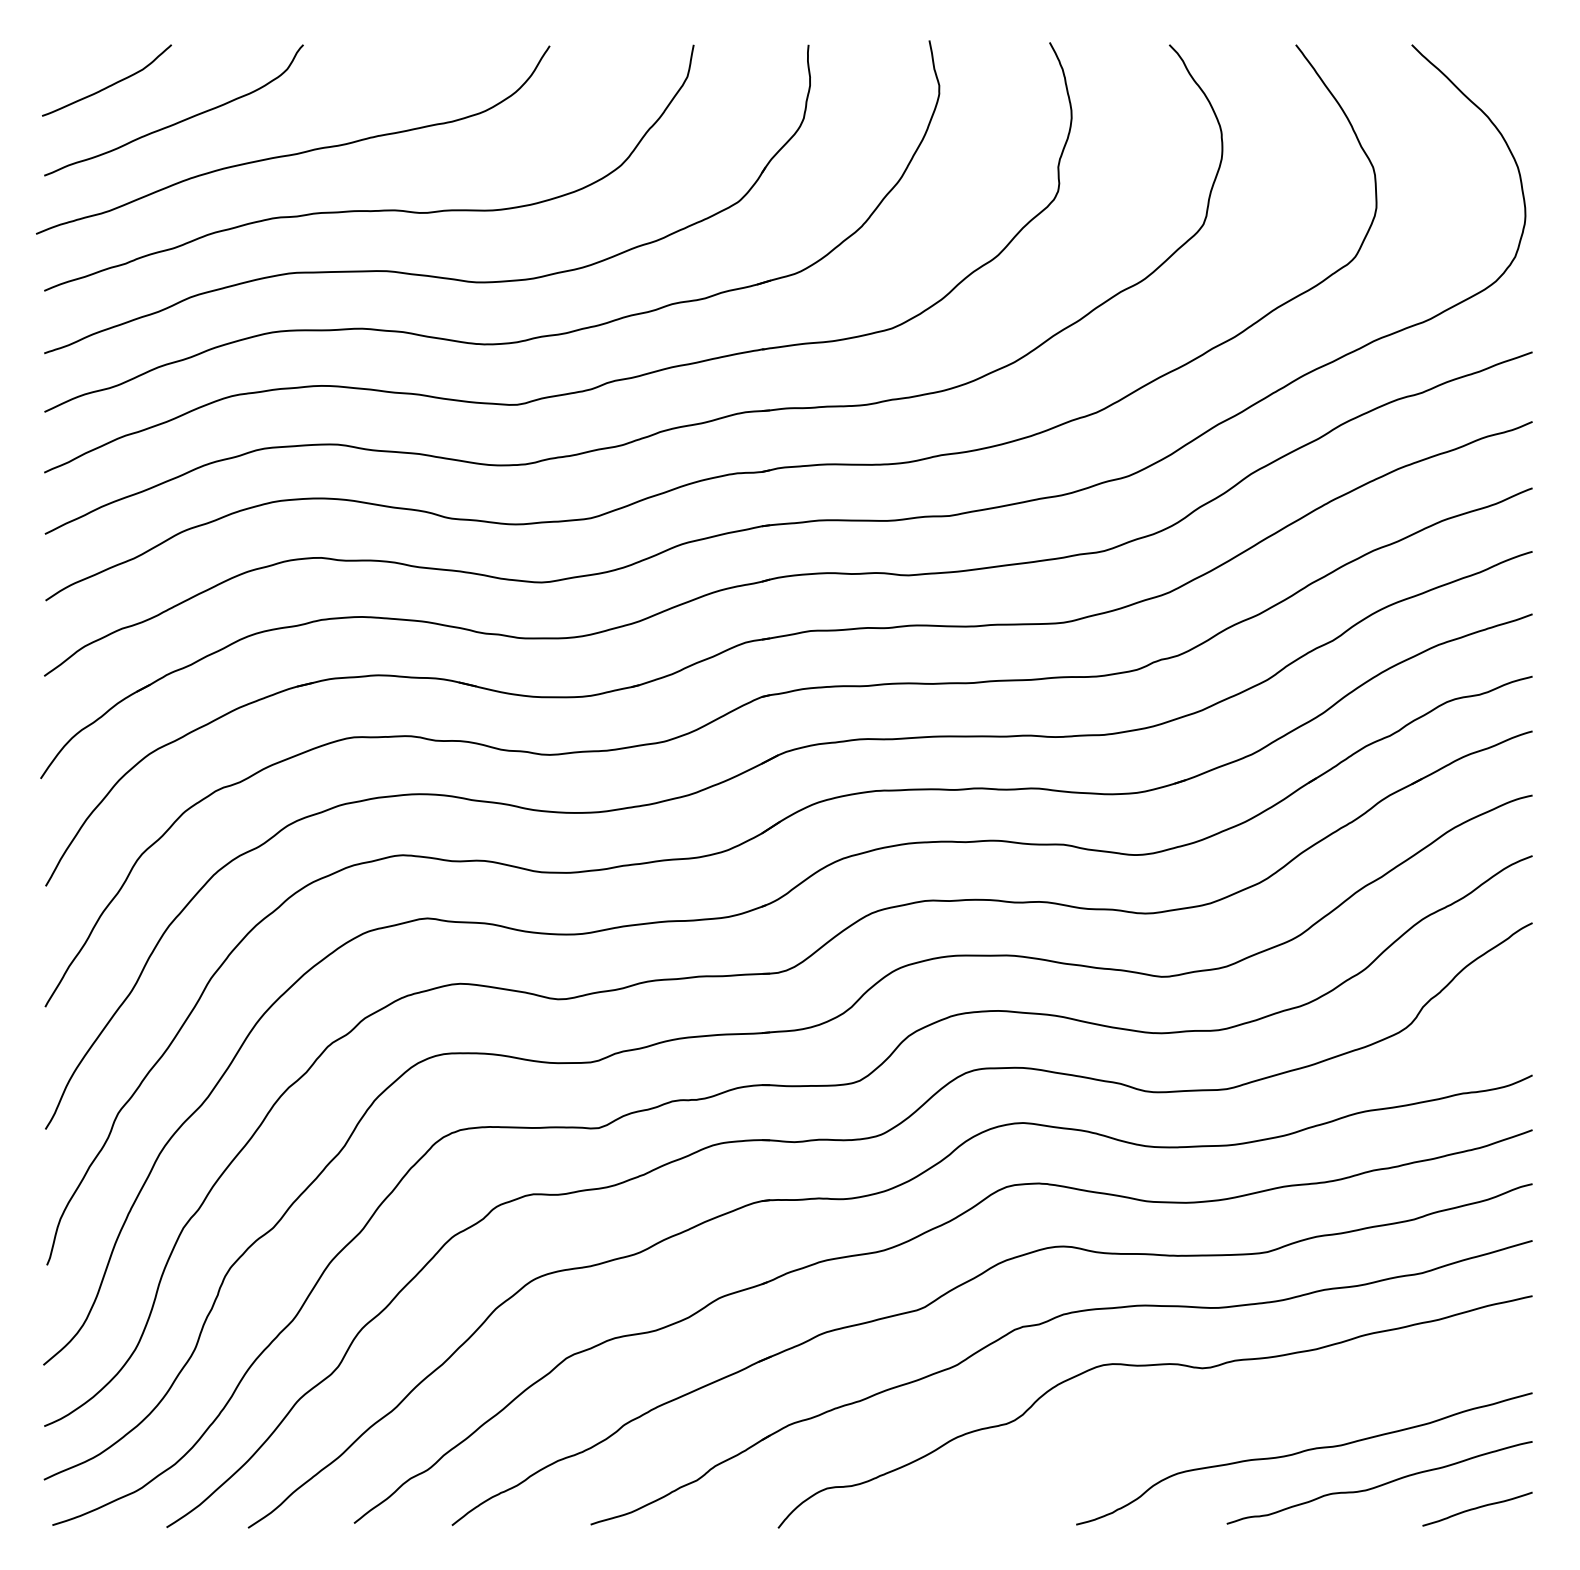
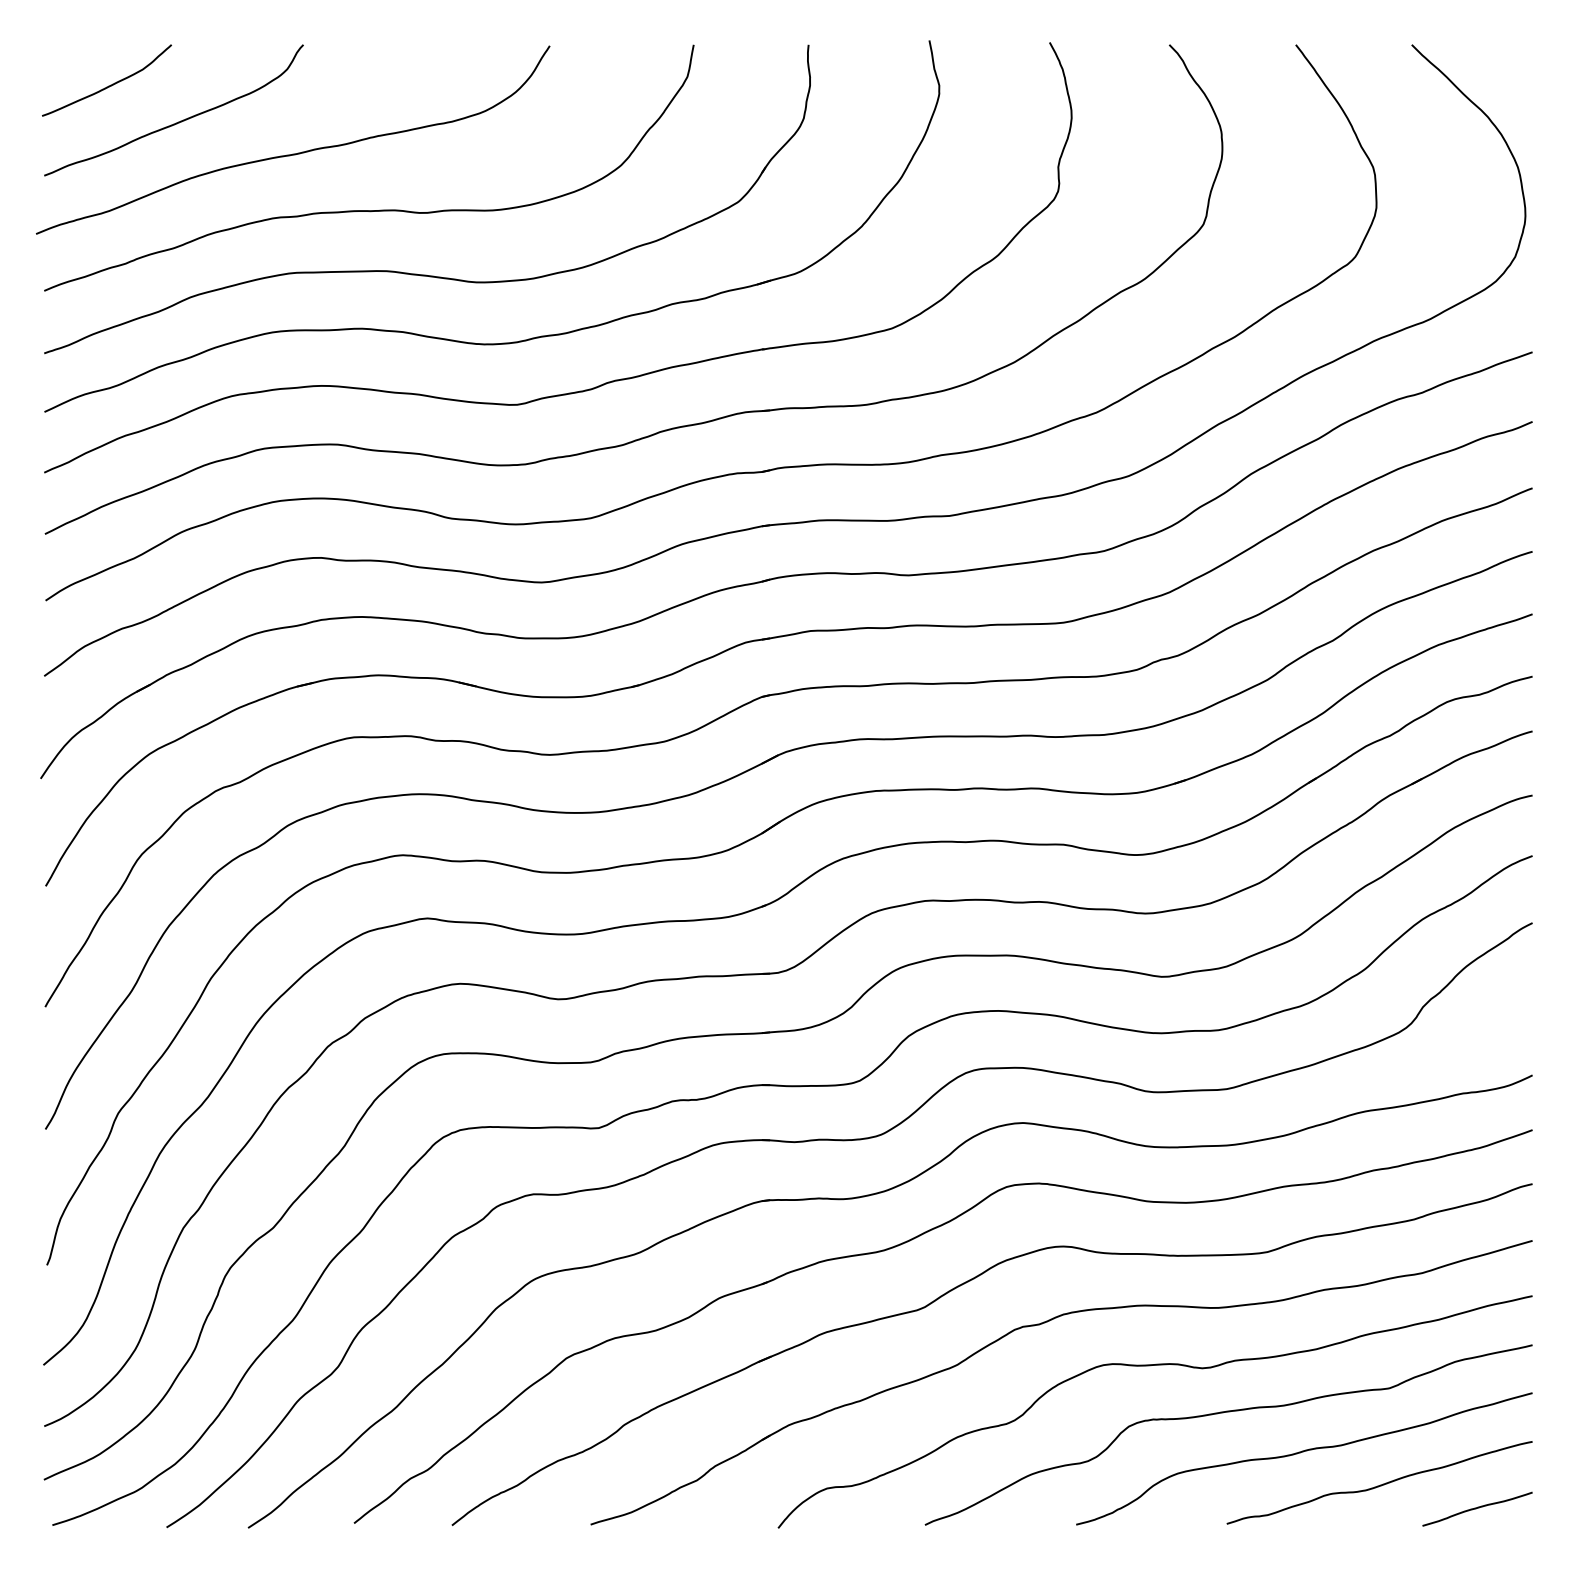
curve at (1223, 1413): none -> present
